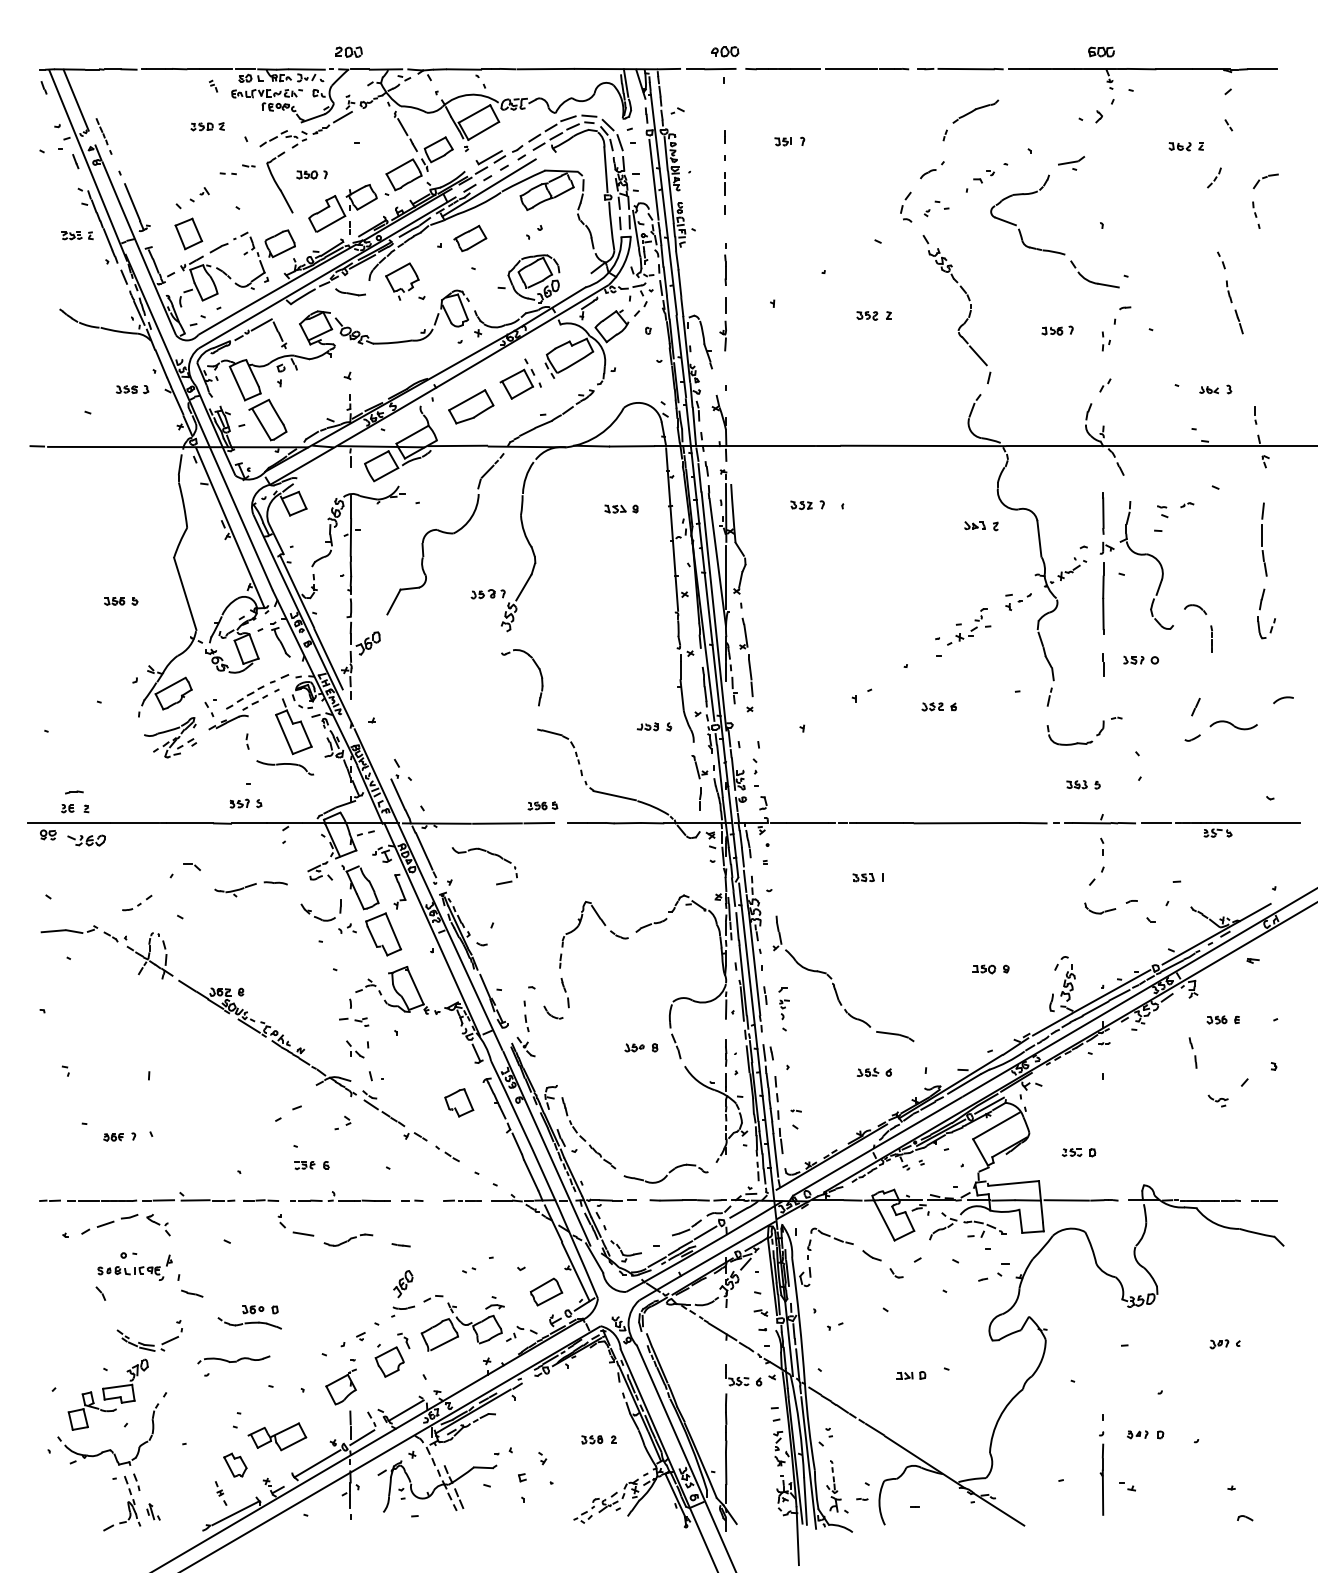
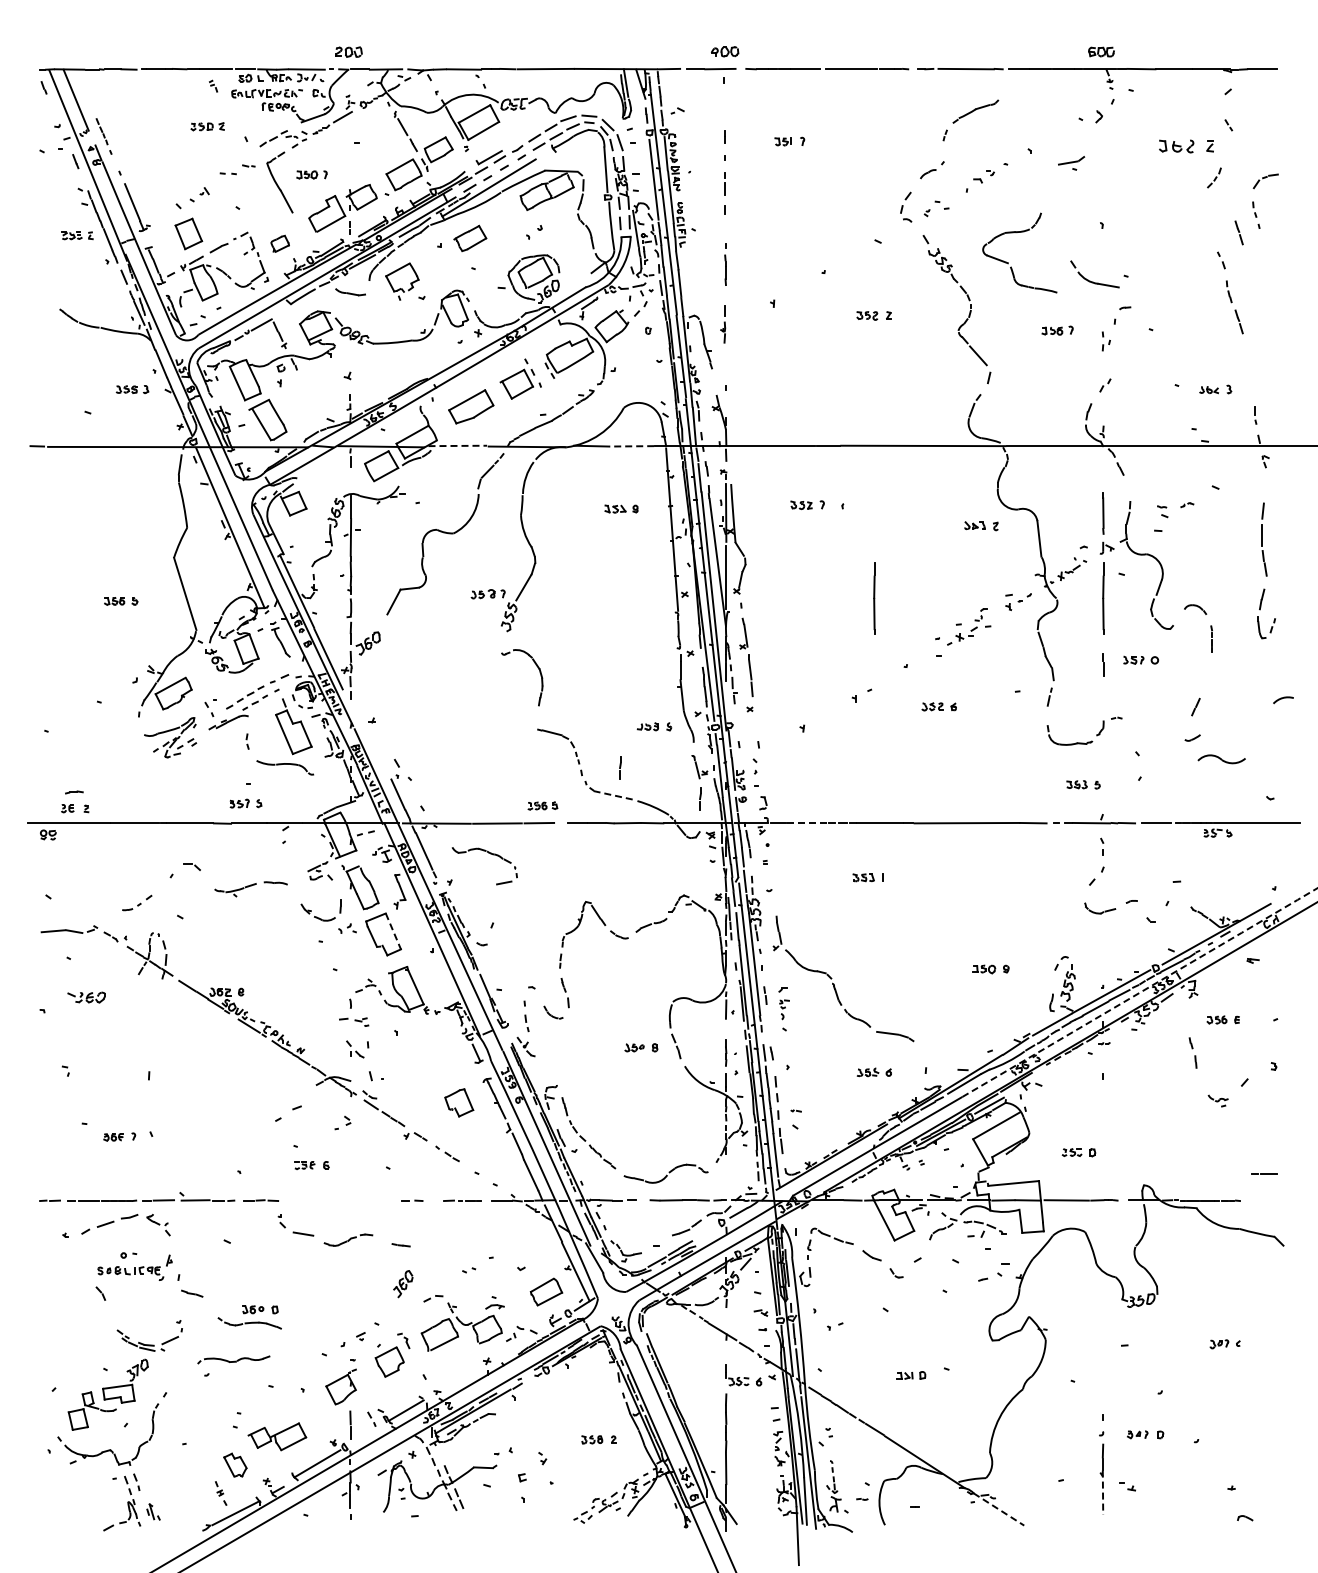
part at (1185, 146) size: 36x10 px -> 55x15 px
part at (1016, 224) position: (1016, 224) -> (1008, 262)
line at (1238, 232): none -> present
part at (279, 243) size: 32x30 px -> 20x19 px
part at (722, 324) size: 8x55 px -> 7x39 px
line at (458, 445): solid -> dashed
line at (631, 446): solid -> dashed
line at (874, 598): none -> present
part at (1233, 725) position: (1233, 725) -> (1221, 759)
line at (620, 767): none -> present
line at (614, 795): solid -> dashed
line at (807, 822): solid -> dashed
part at (86, 840) position: (86, 840) -> (86, 997)
line at (393, 931): solid -> dashed
arc at (1140, 992): solid -> dashed
part at (340, 1196): present -> none
line at (1264, 1200) position: (1264, 1200) -> (1264, 1173)
line at (705, 1232): present -> none
part at (402, 1311): present -> none
line at (362, 1437): present -> none
line at (1103, 1493): solid -> dashed
line at (999, 1509): solid -> dashed
